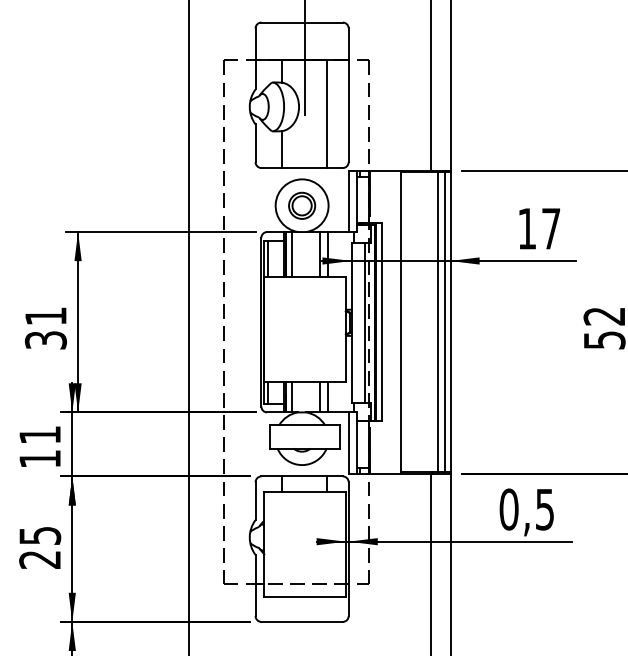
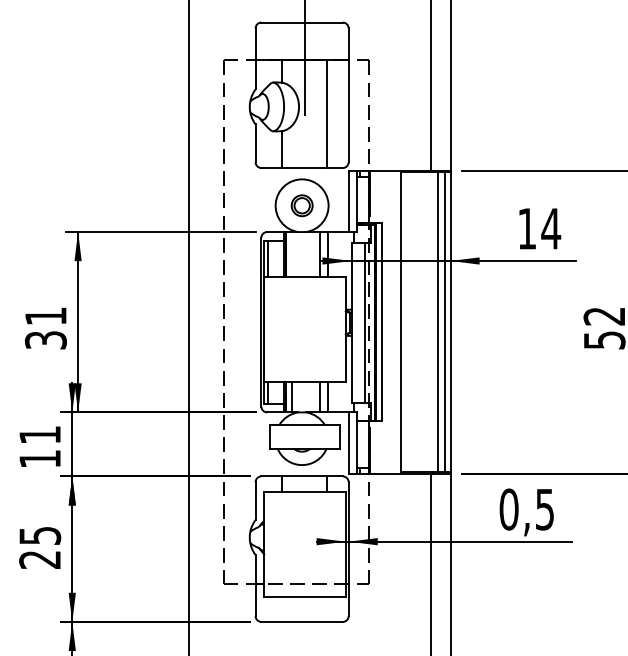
part at (302, 205) size: 29x29 px -> 24x24 px
text at (551, 228): 17 -> 14
line at (291, 254): present -> none
